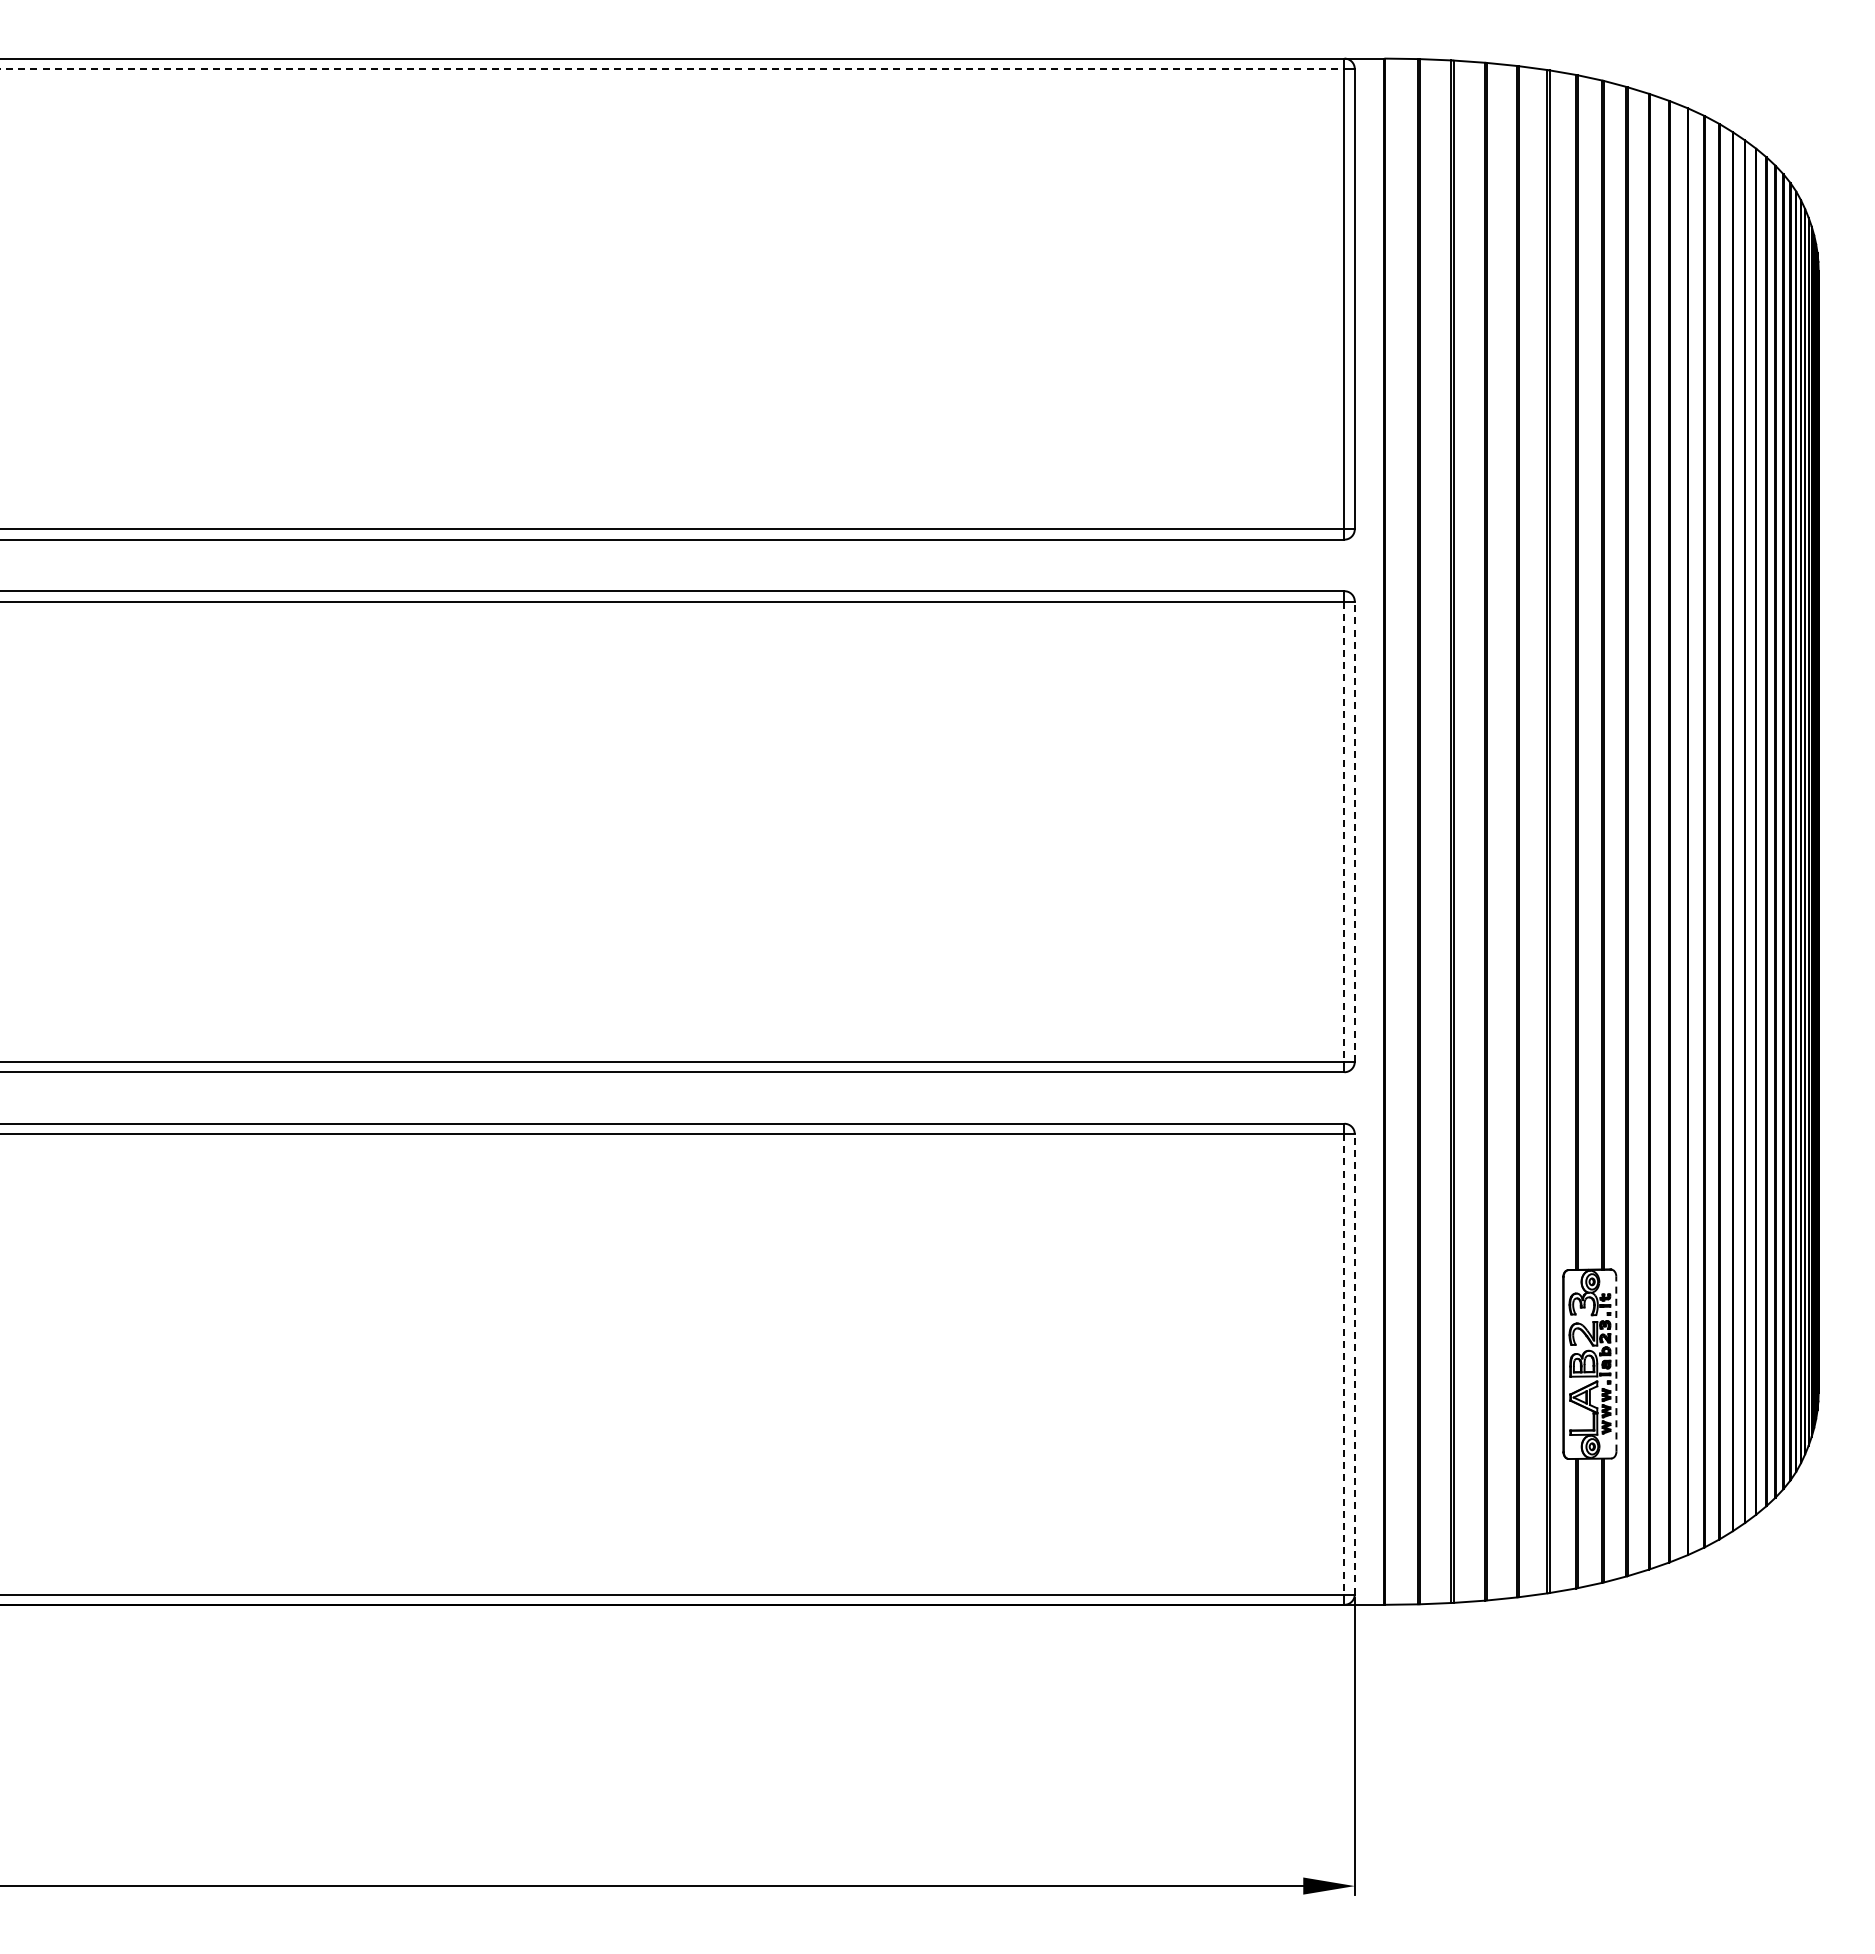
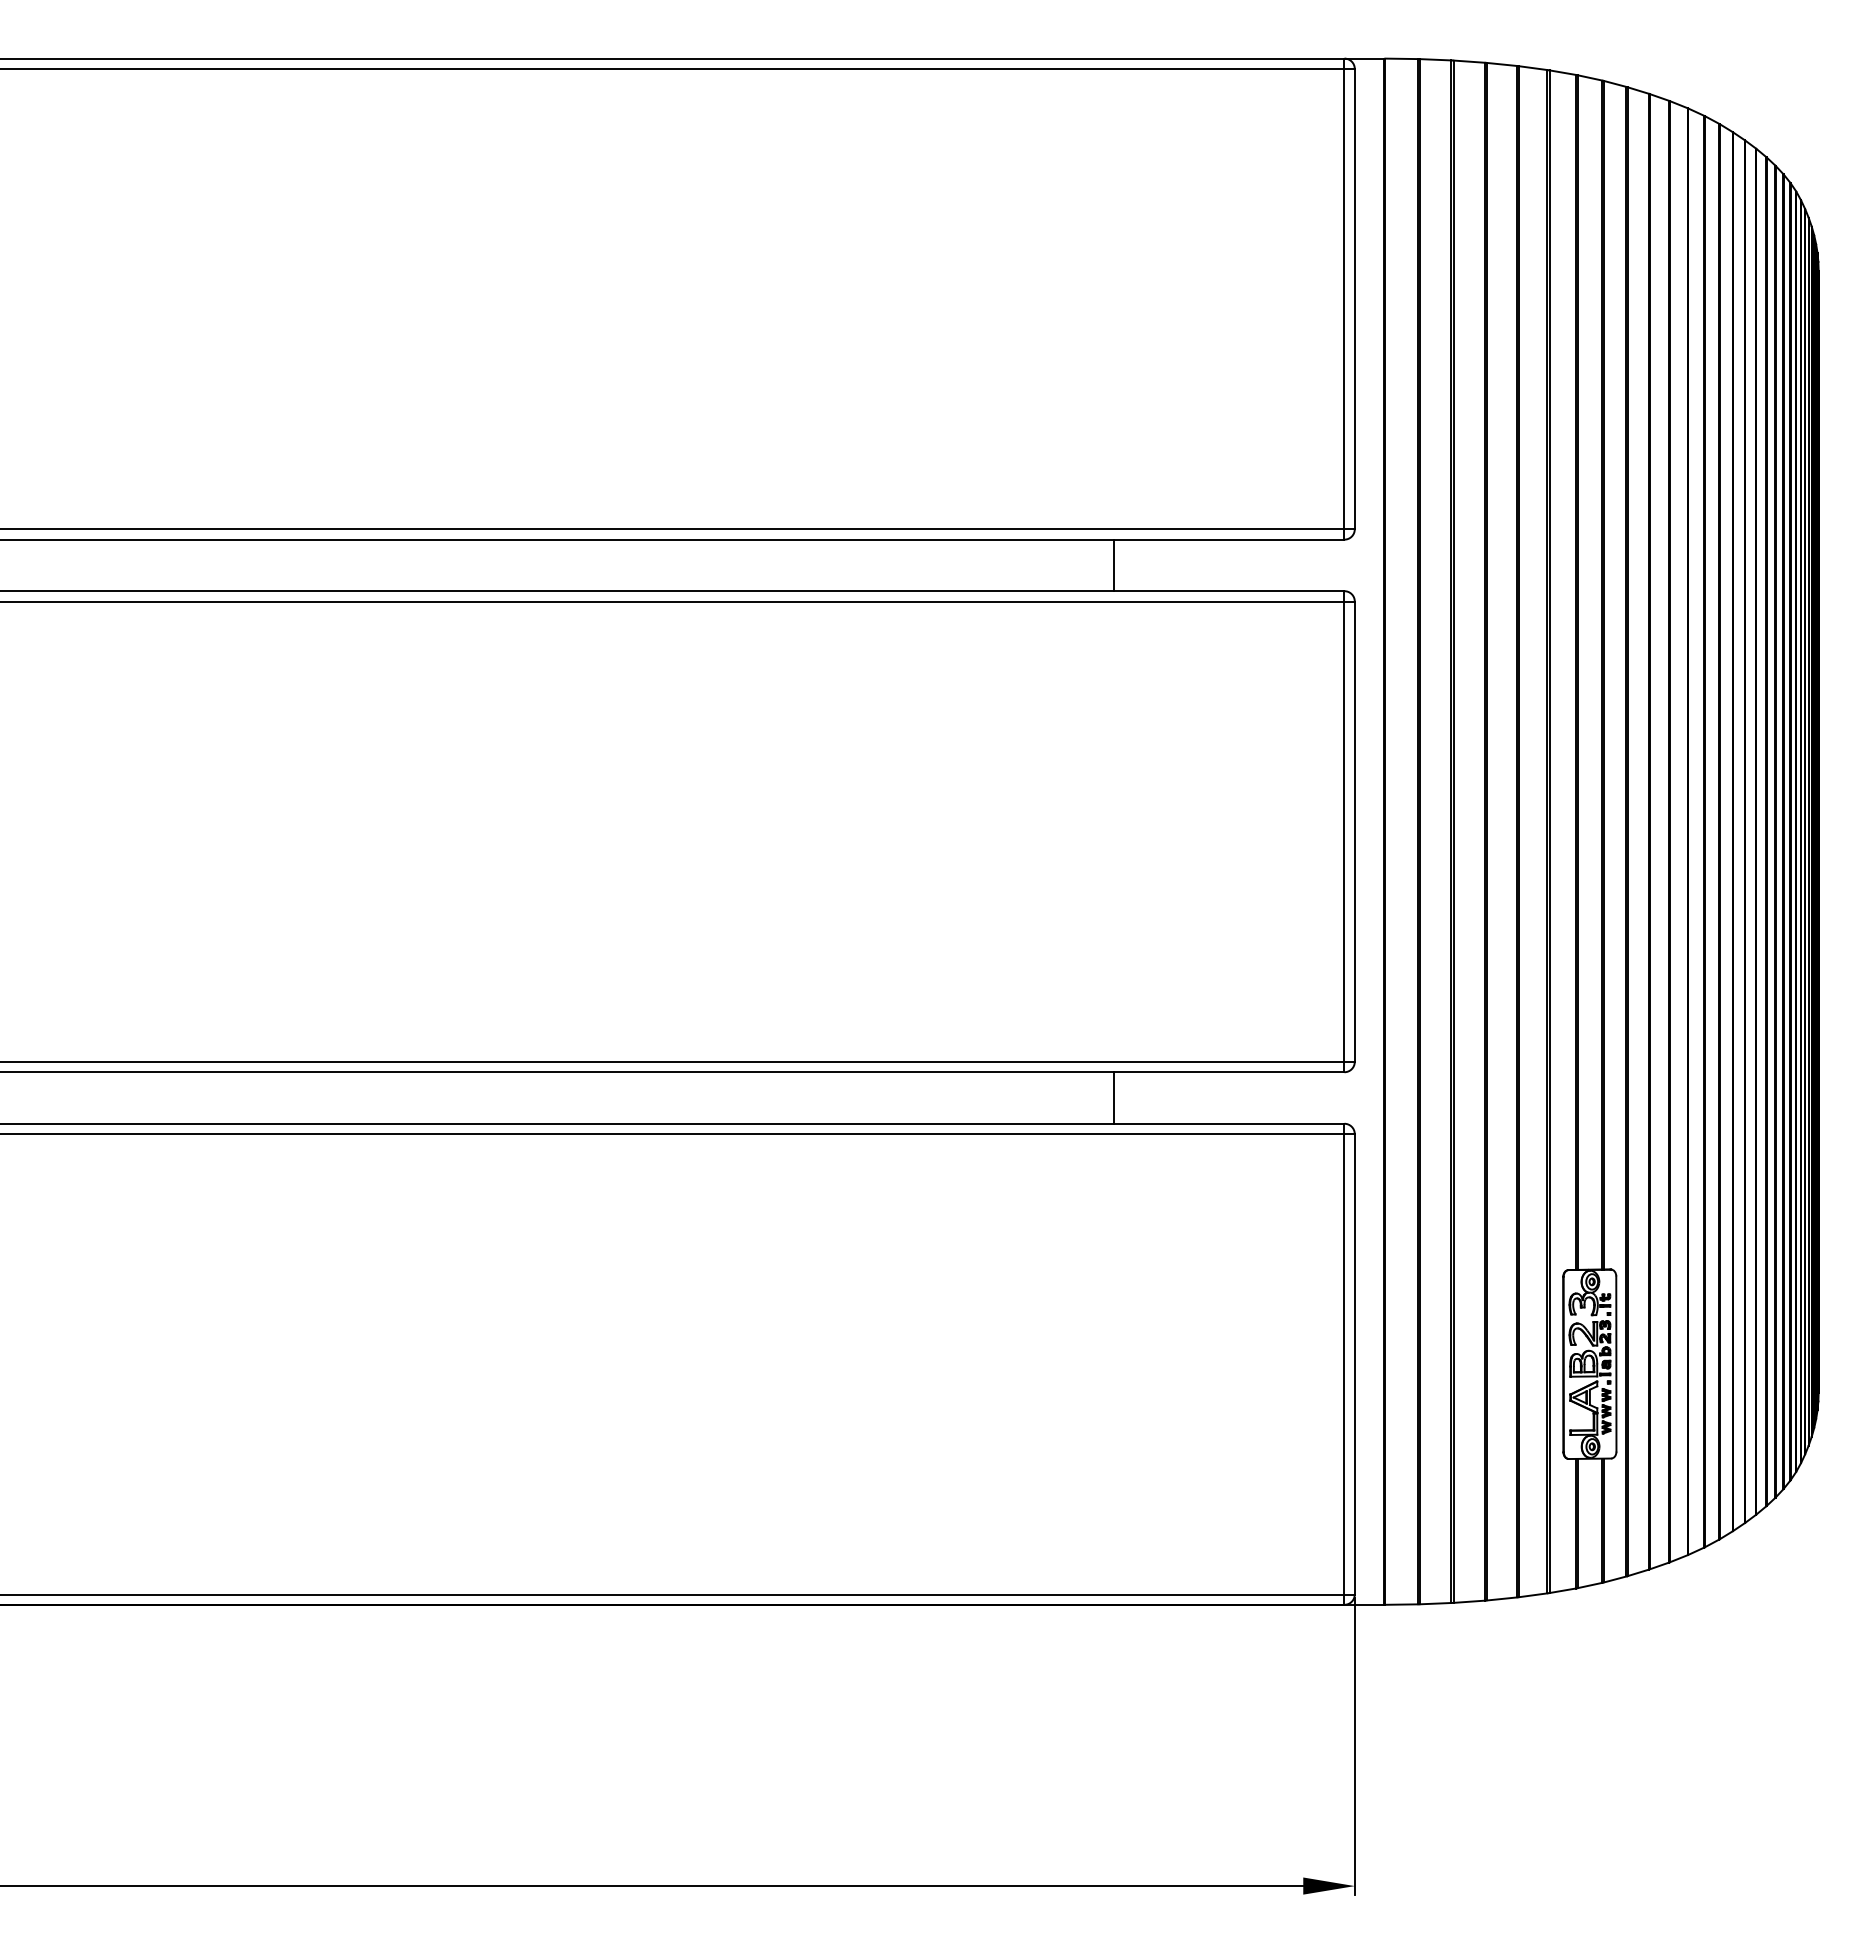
line at (672, 68): dashed -> solid
line at (1114, 565): none -> present
line at (1354, 831): dashed -> solid
line at (1344, 832): dashed -> solid
line at (1114, 1097): none -> present
line at (1354, 1363): dashed -> solid
line at (1344, 1364): dashed -> solid
line at (1616, 1364): dashed -> solid
